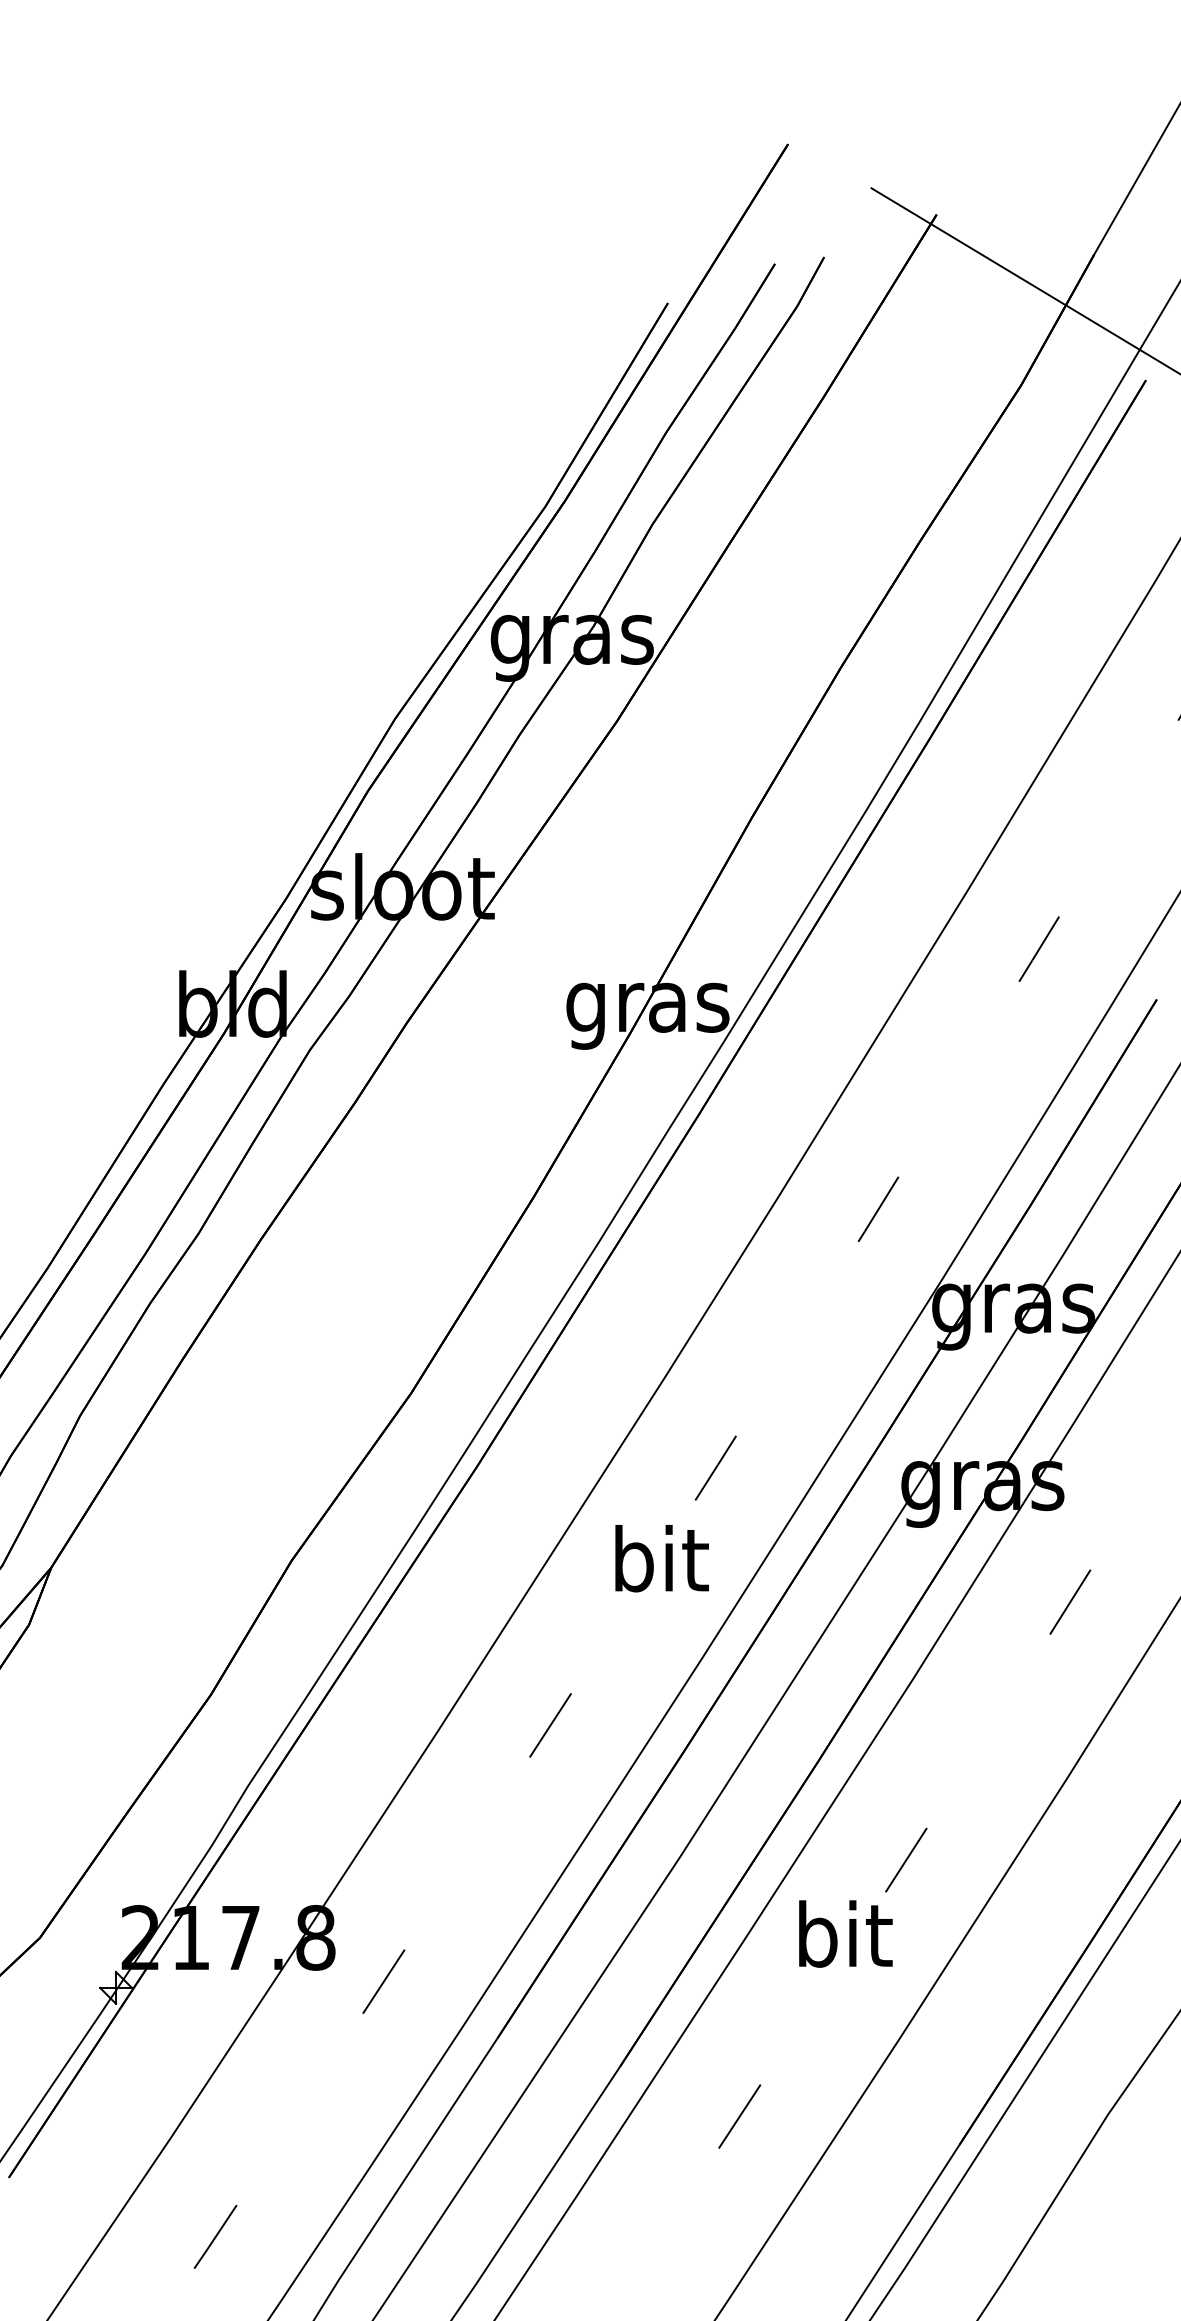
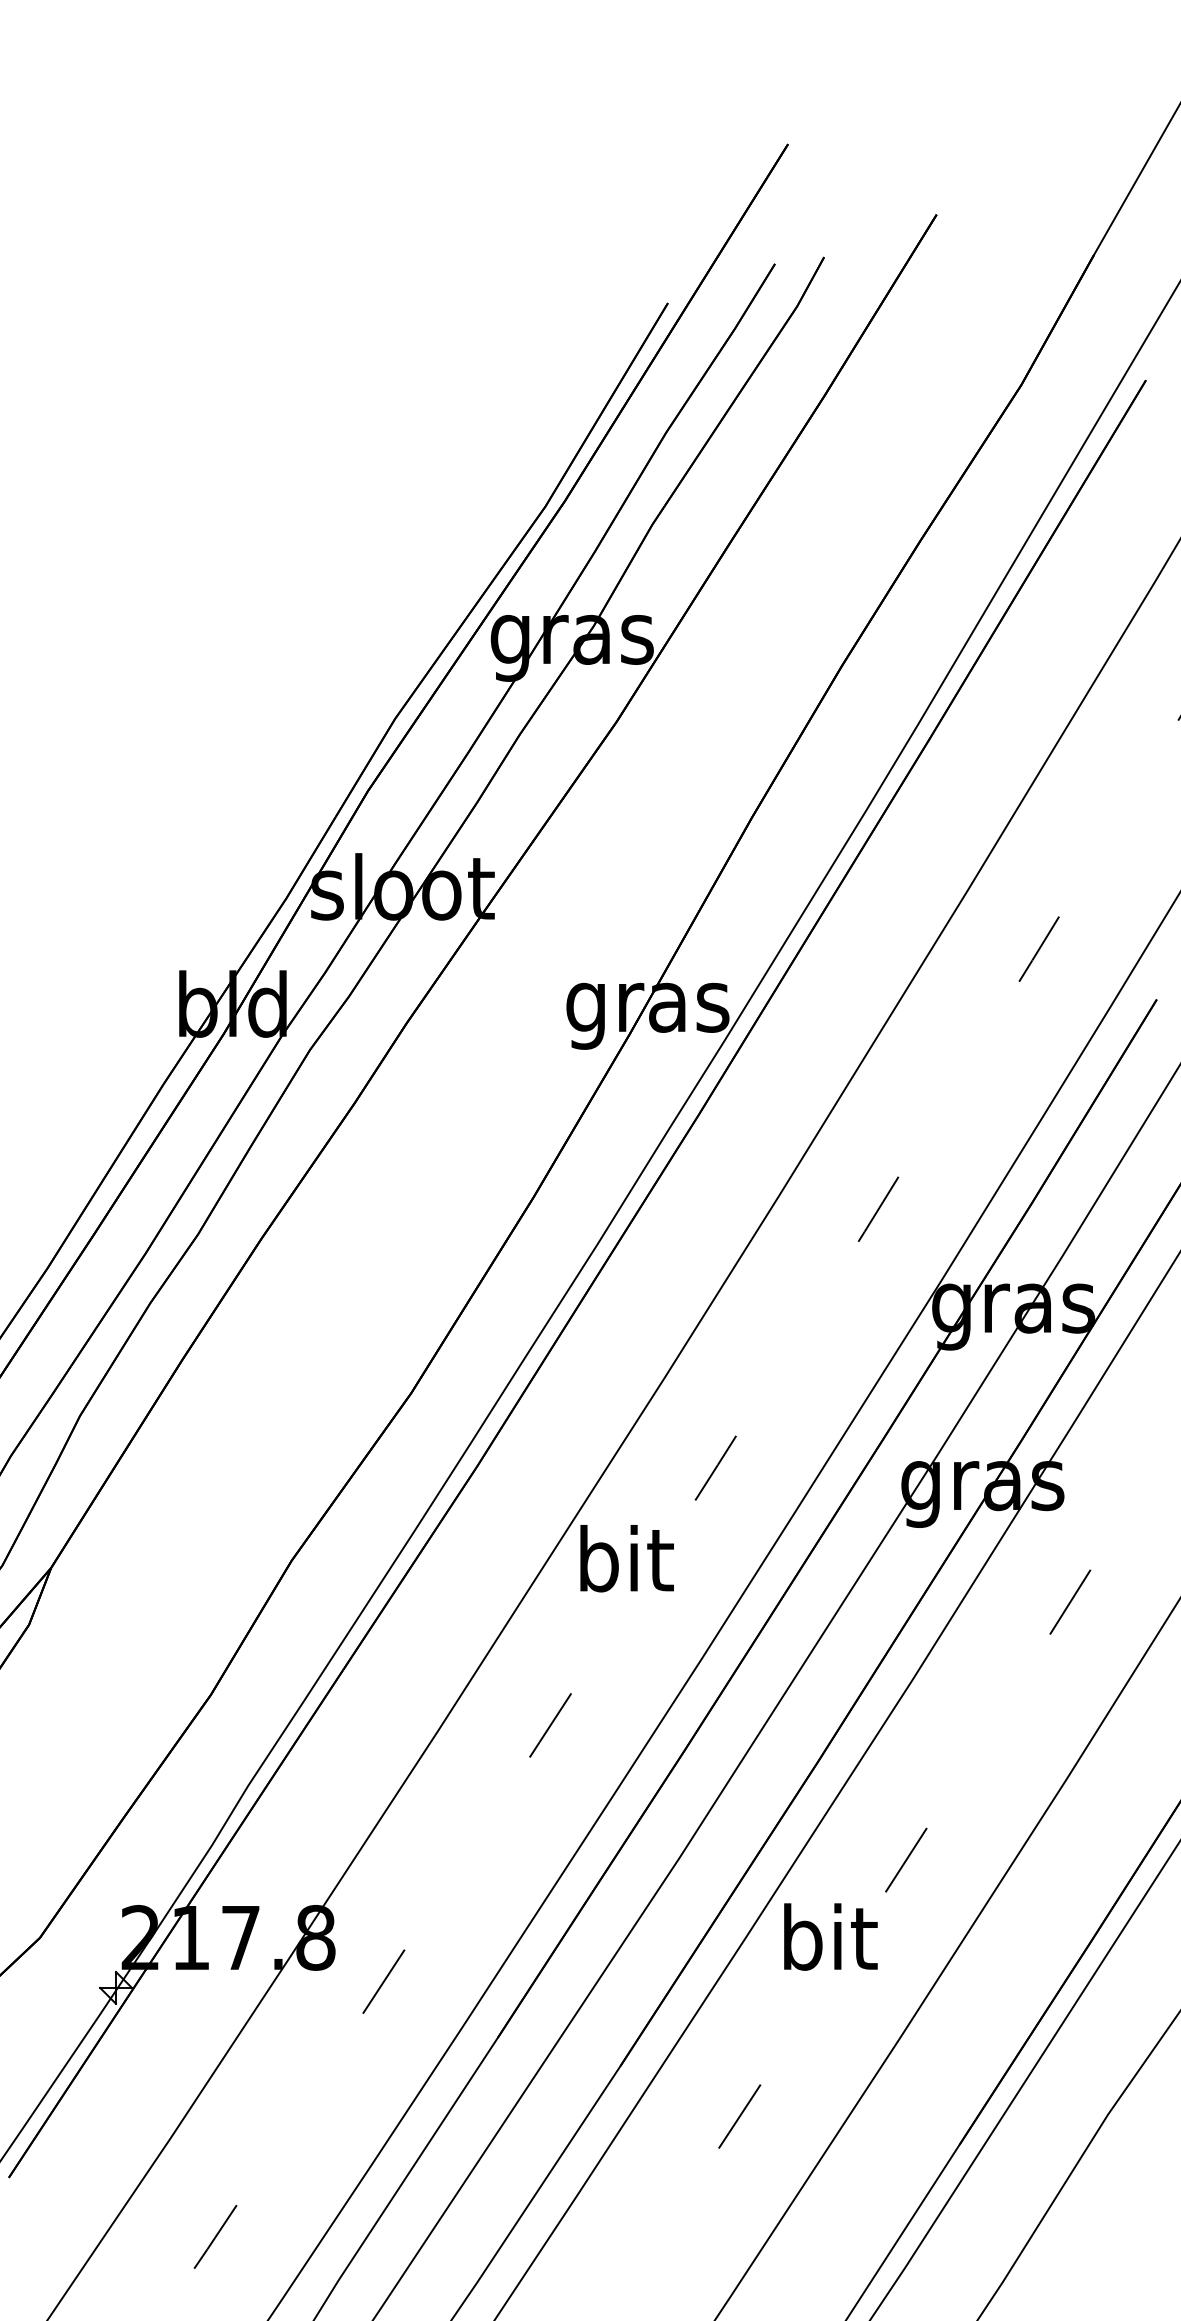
line at (1024, 280): present -> none
text at (661, 1558) position: (661, 1558) -> (626, 1558)
text at (845, 1933) position: (845, 1933) -> (830, 1936)
